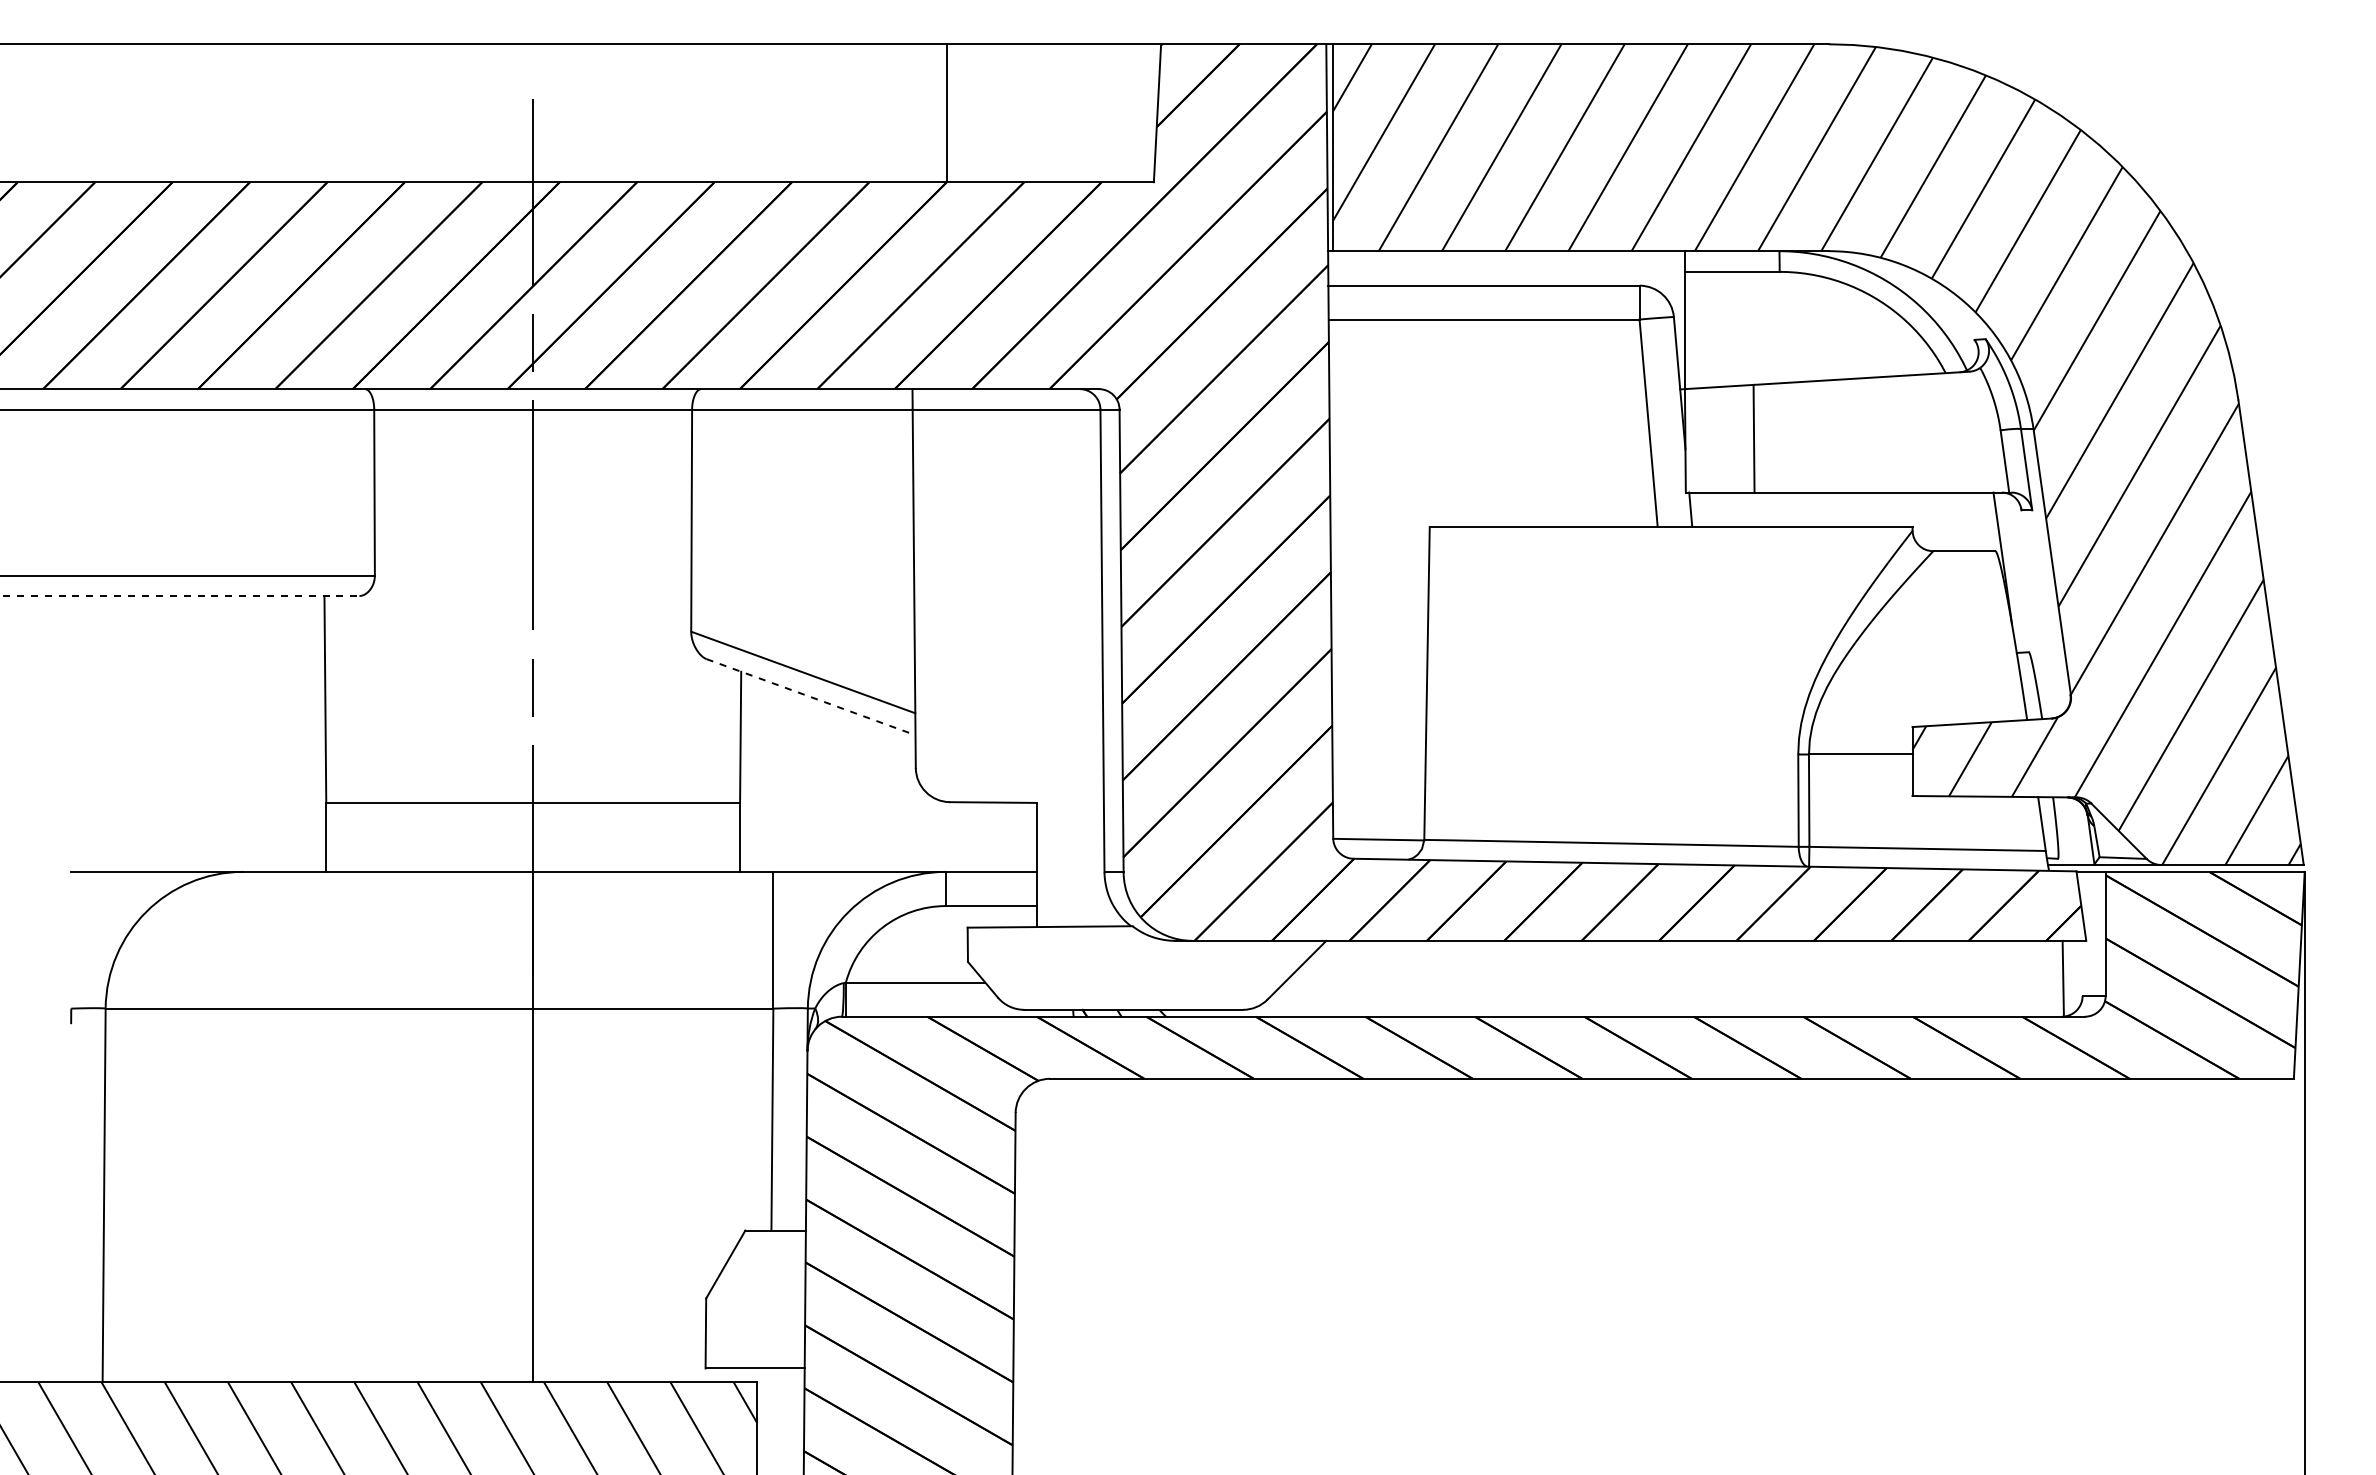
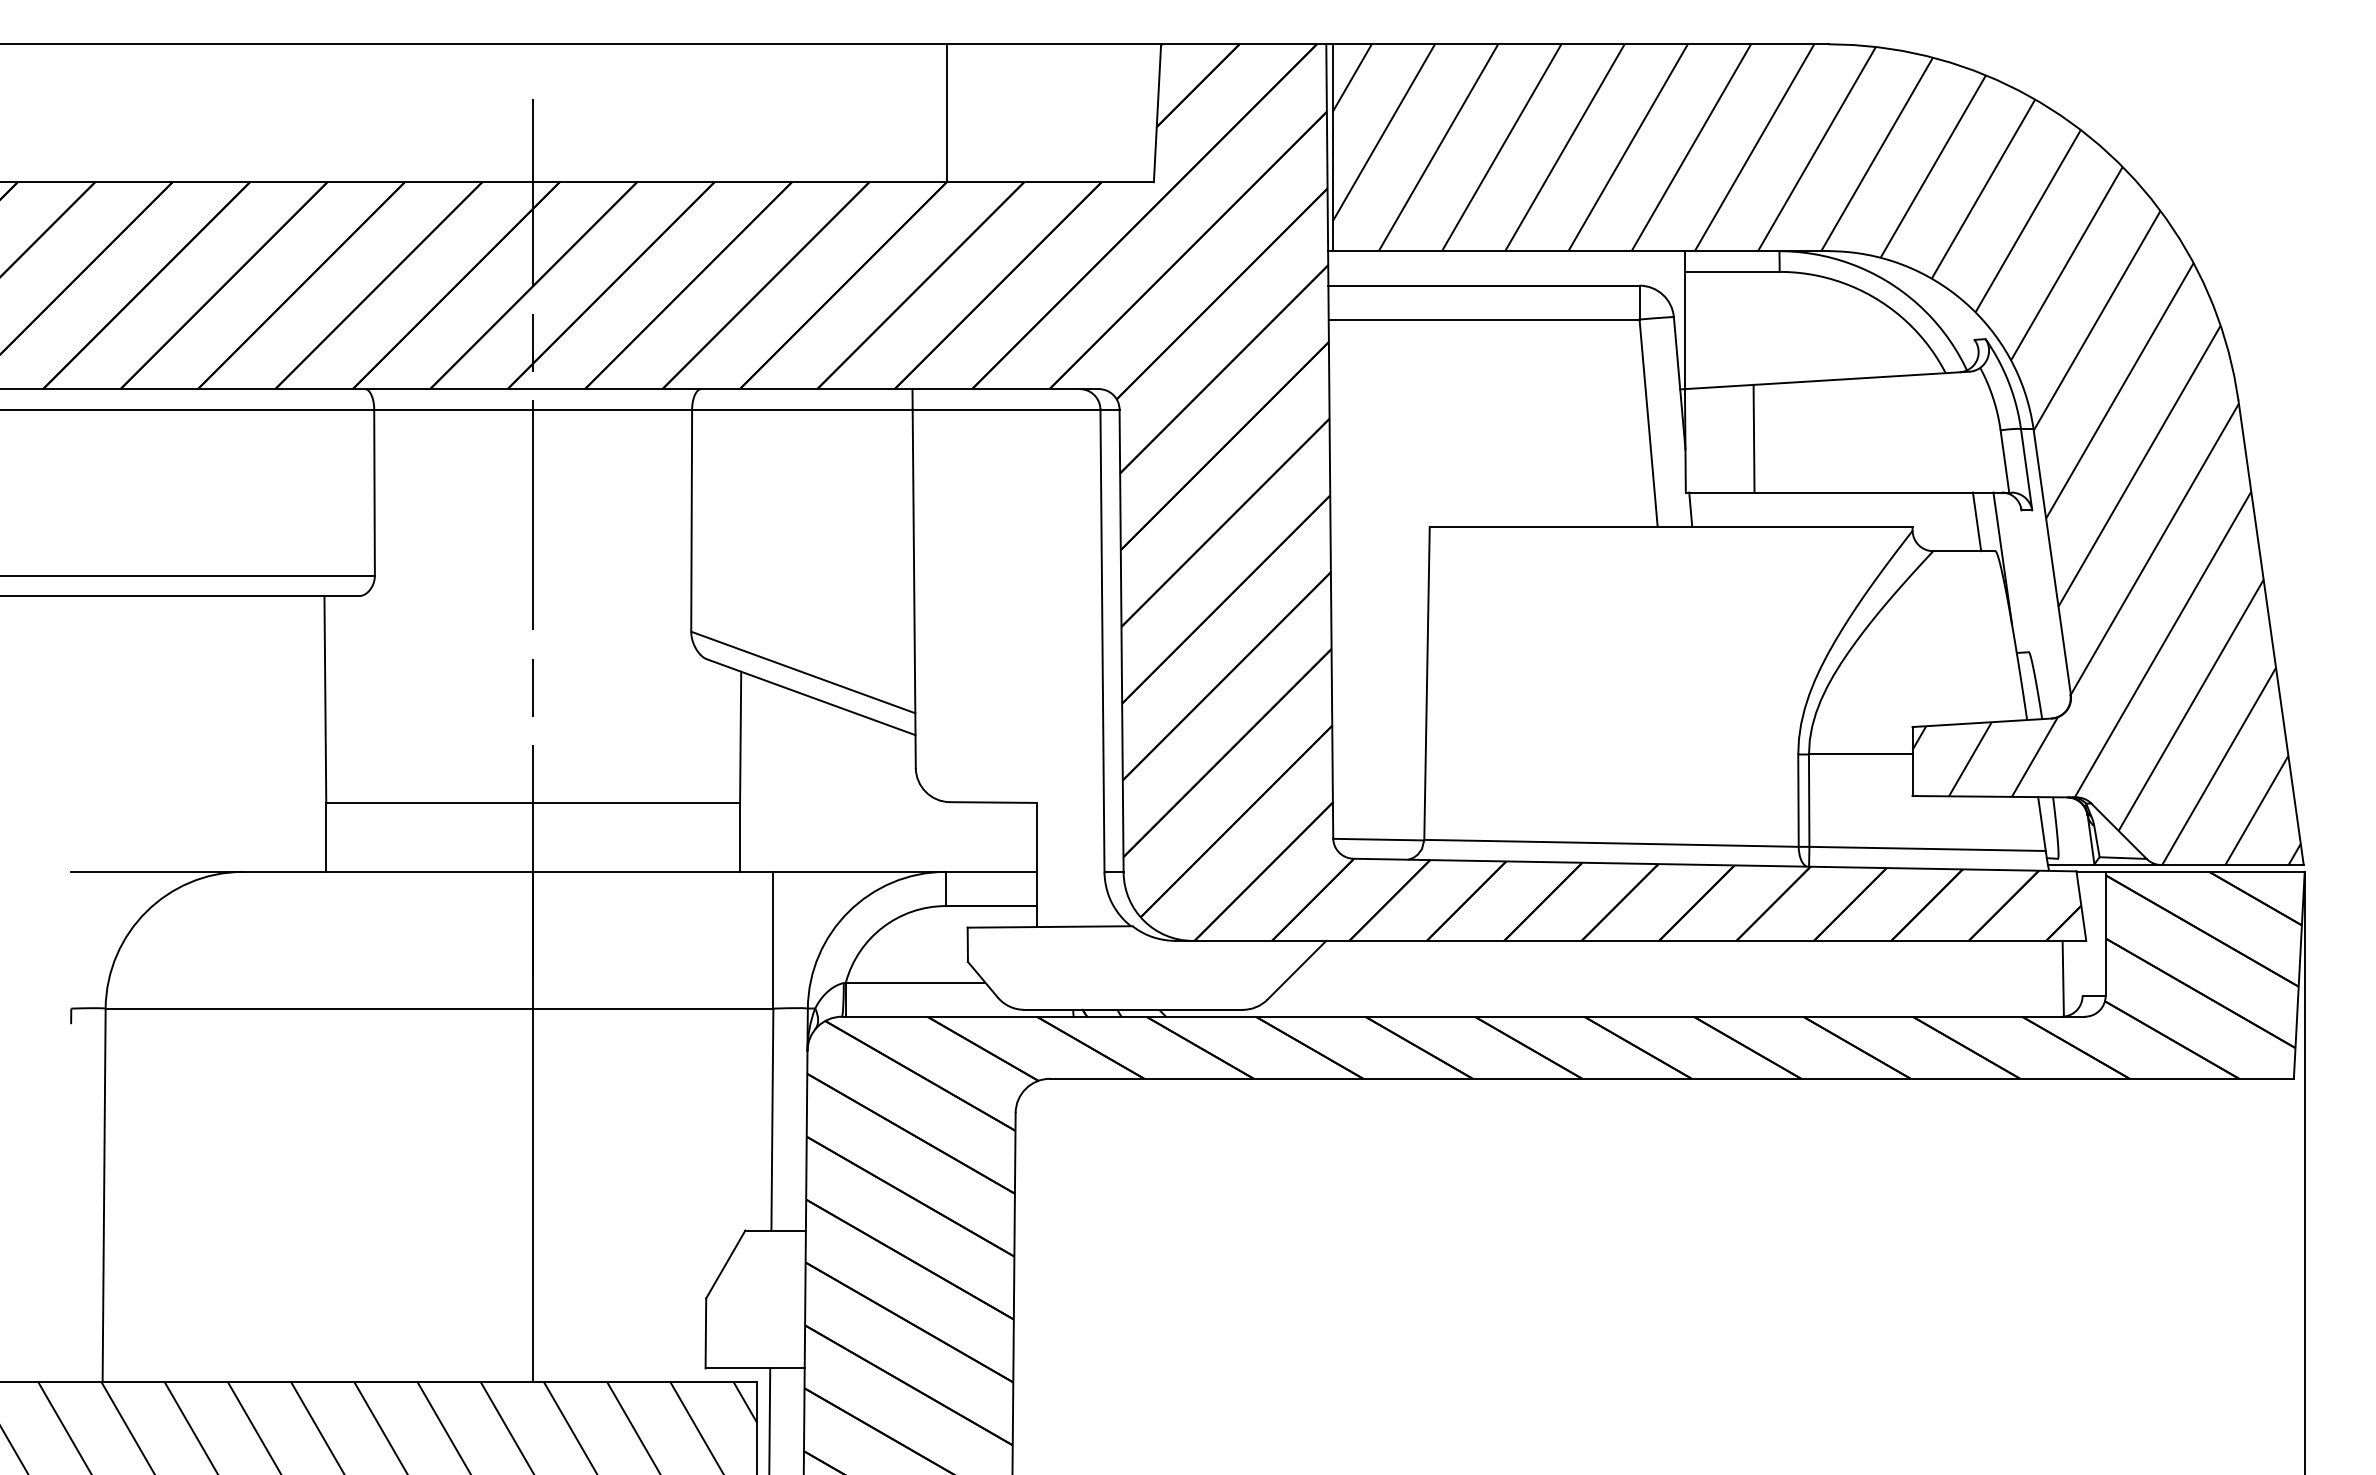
line at (1976, 521): none -> present
line at (180, 596): dashed -> solid
line at (811, 697): dashed -> solid
line at (769, 1419): none -> present
